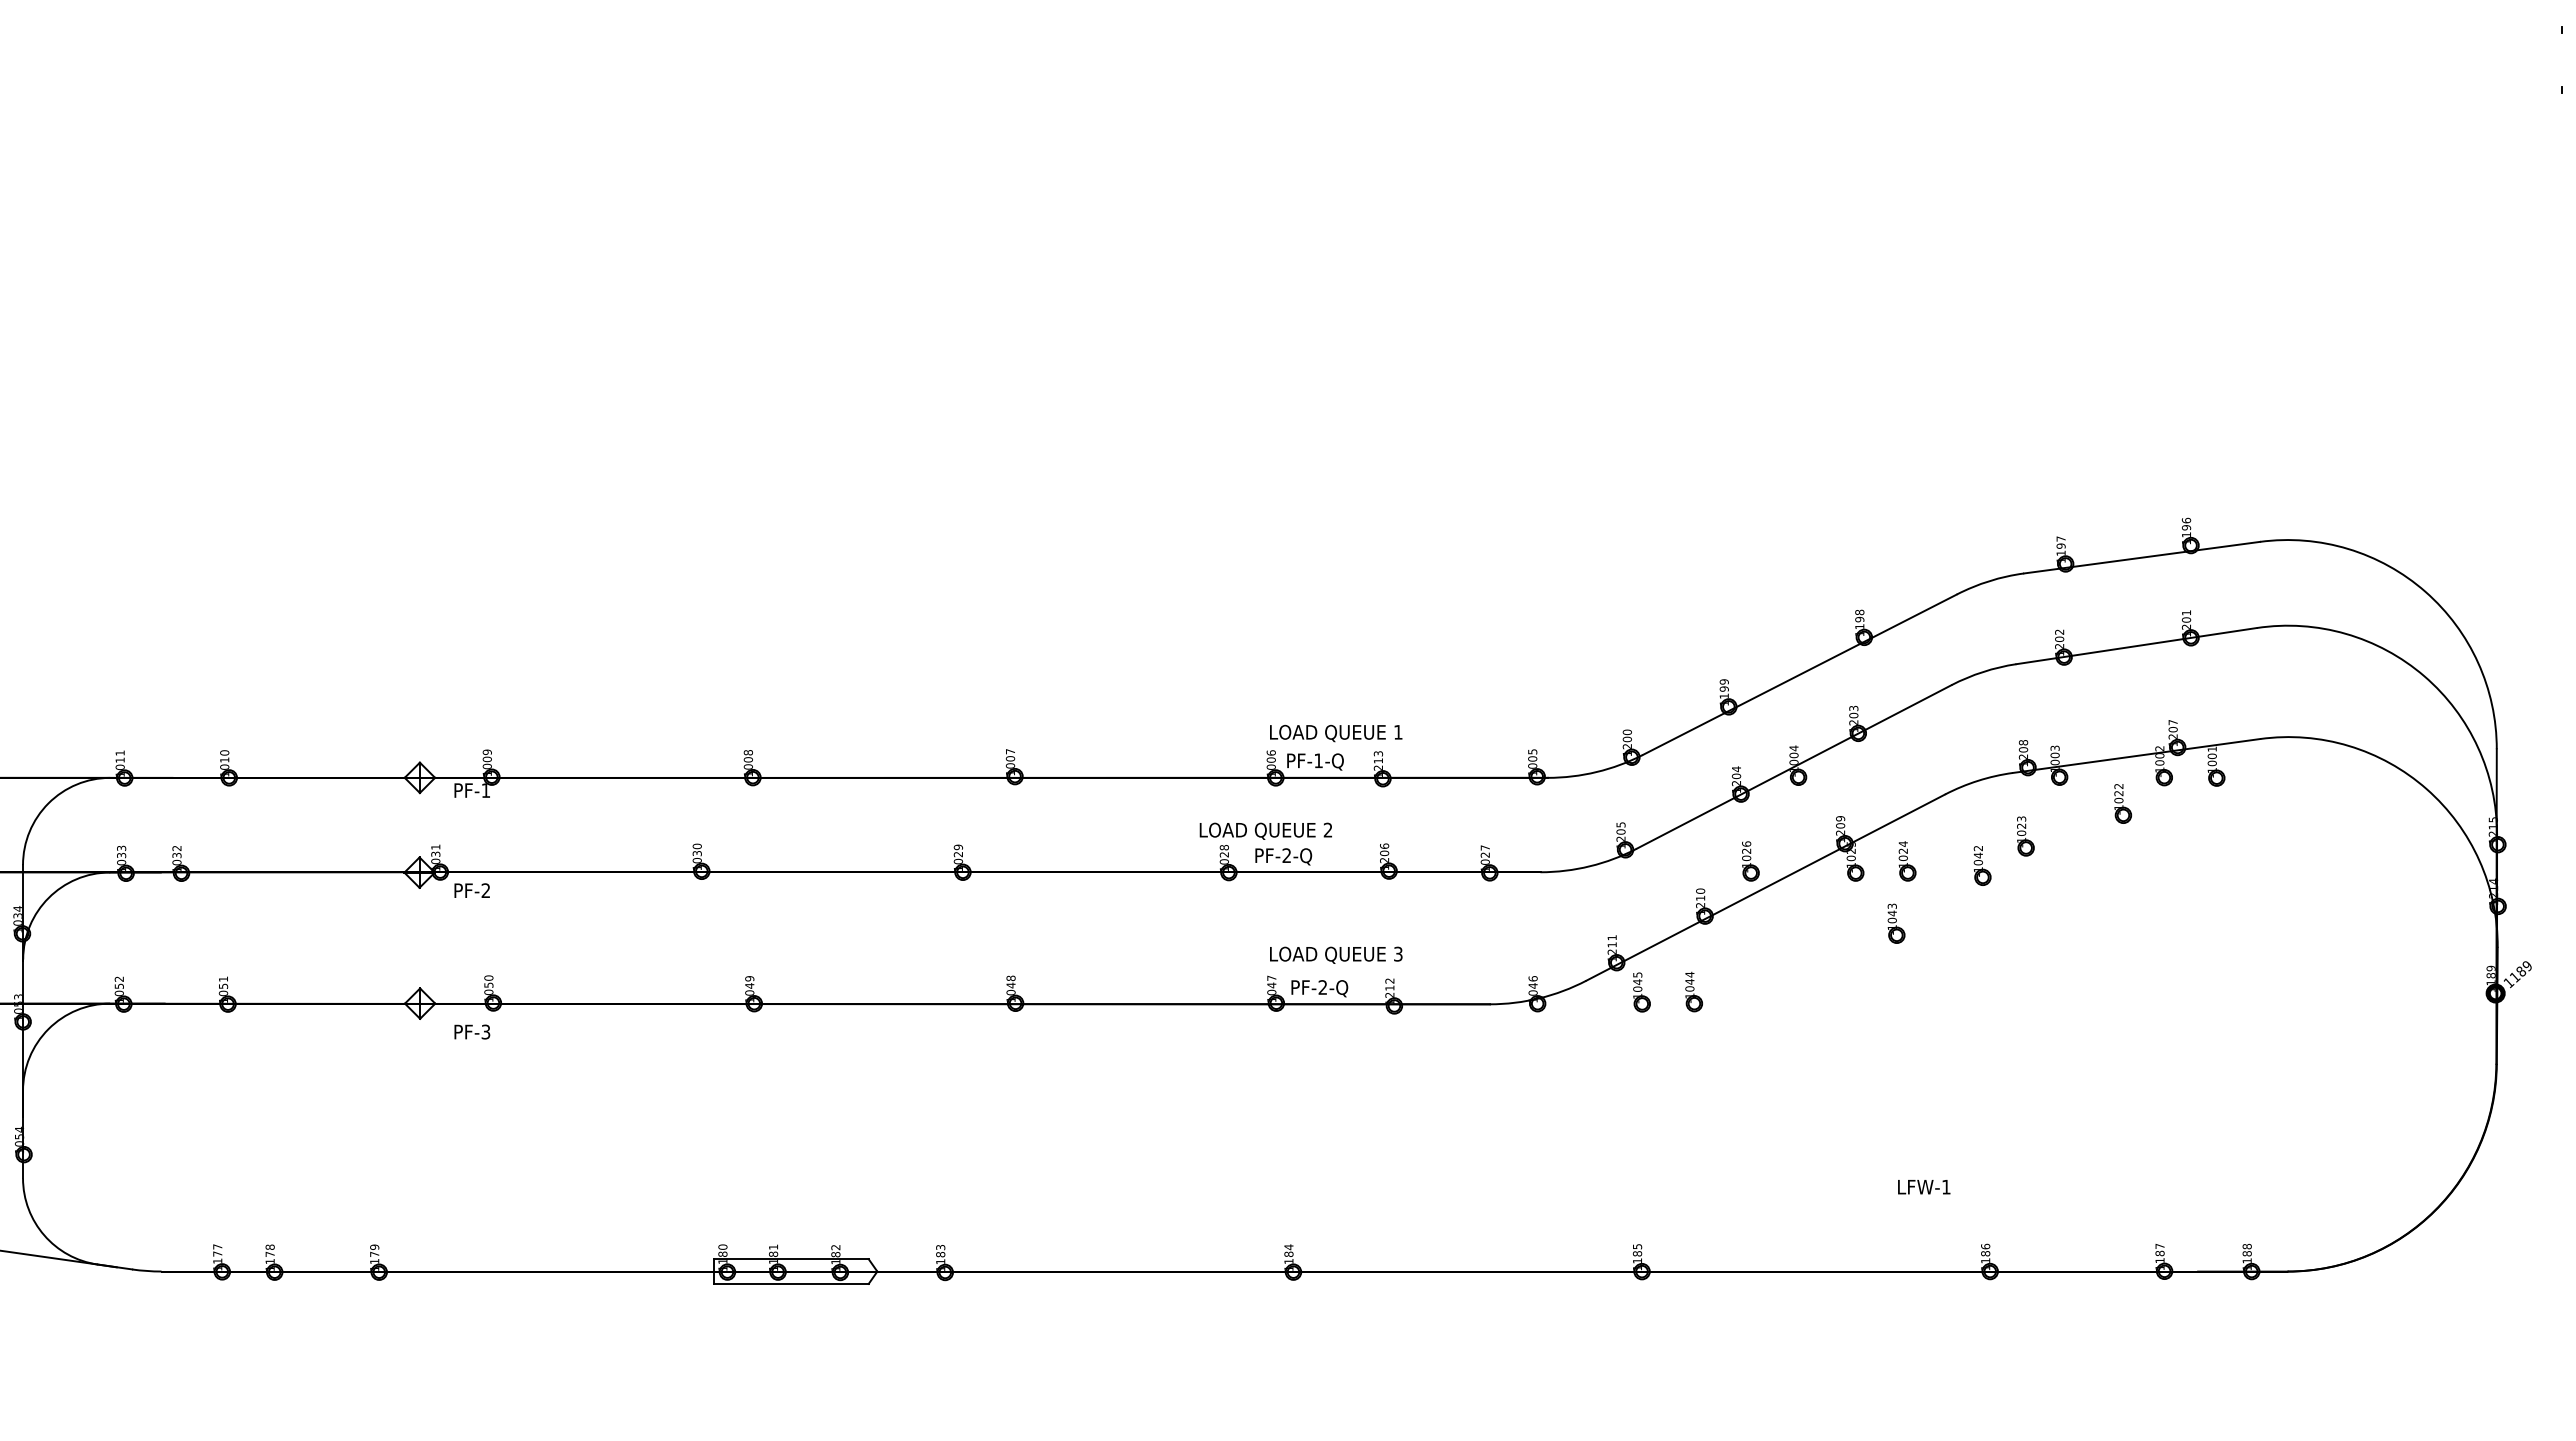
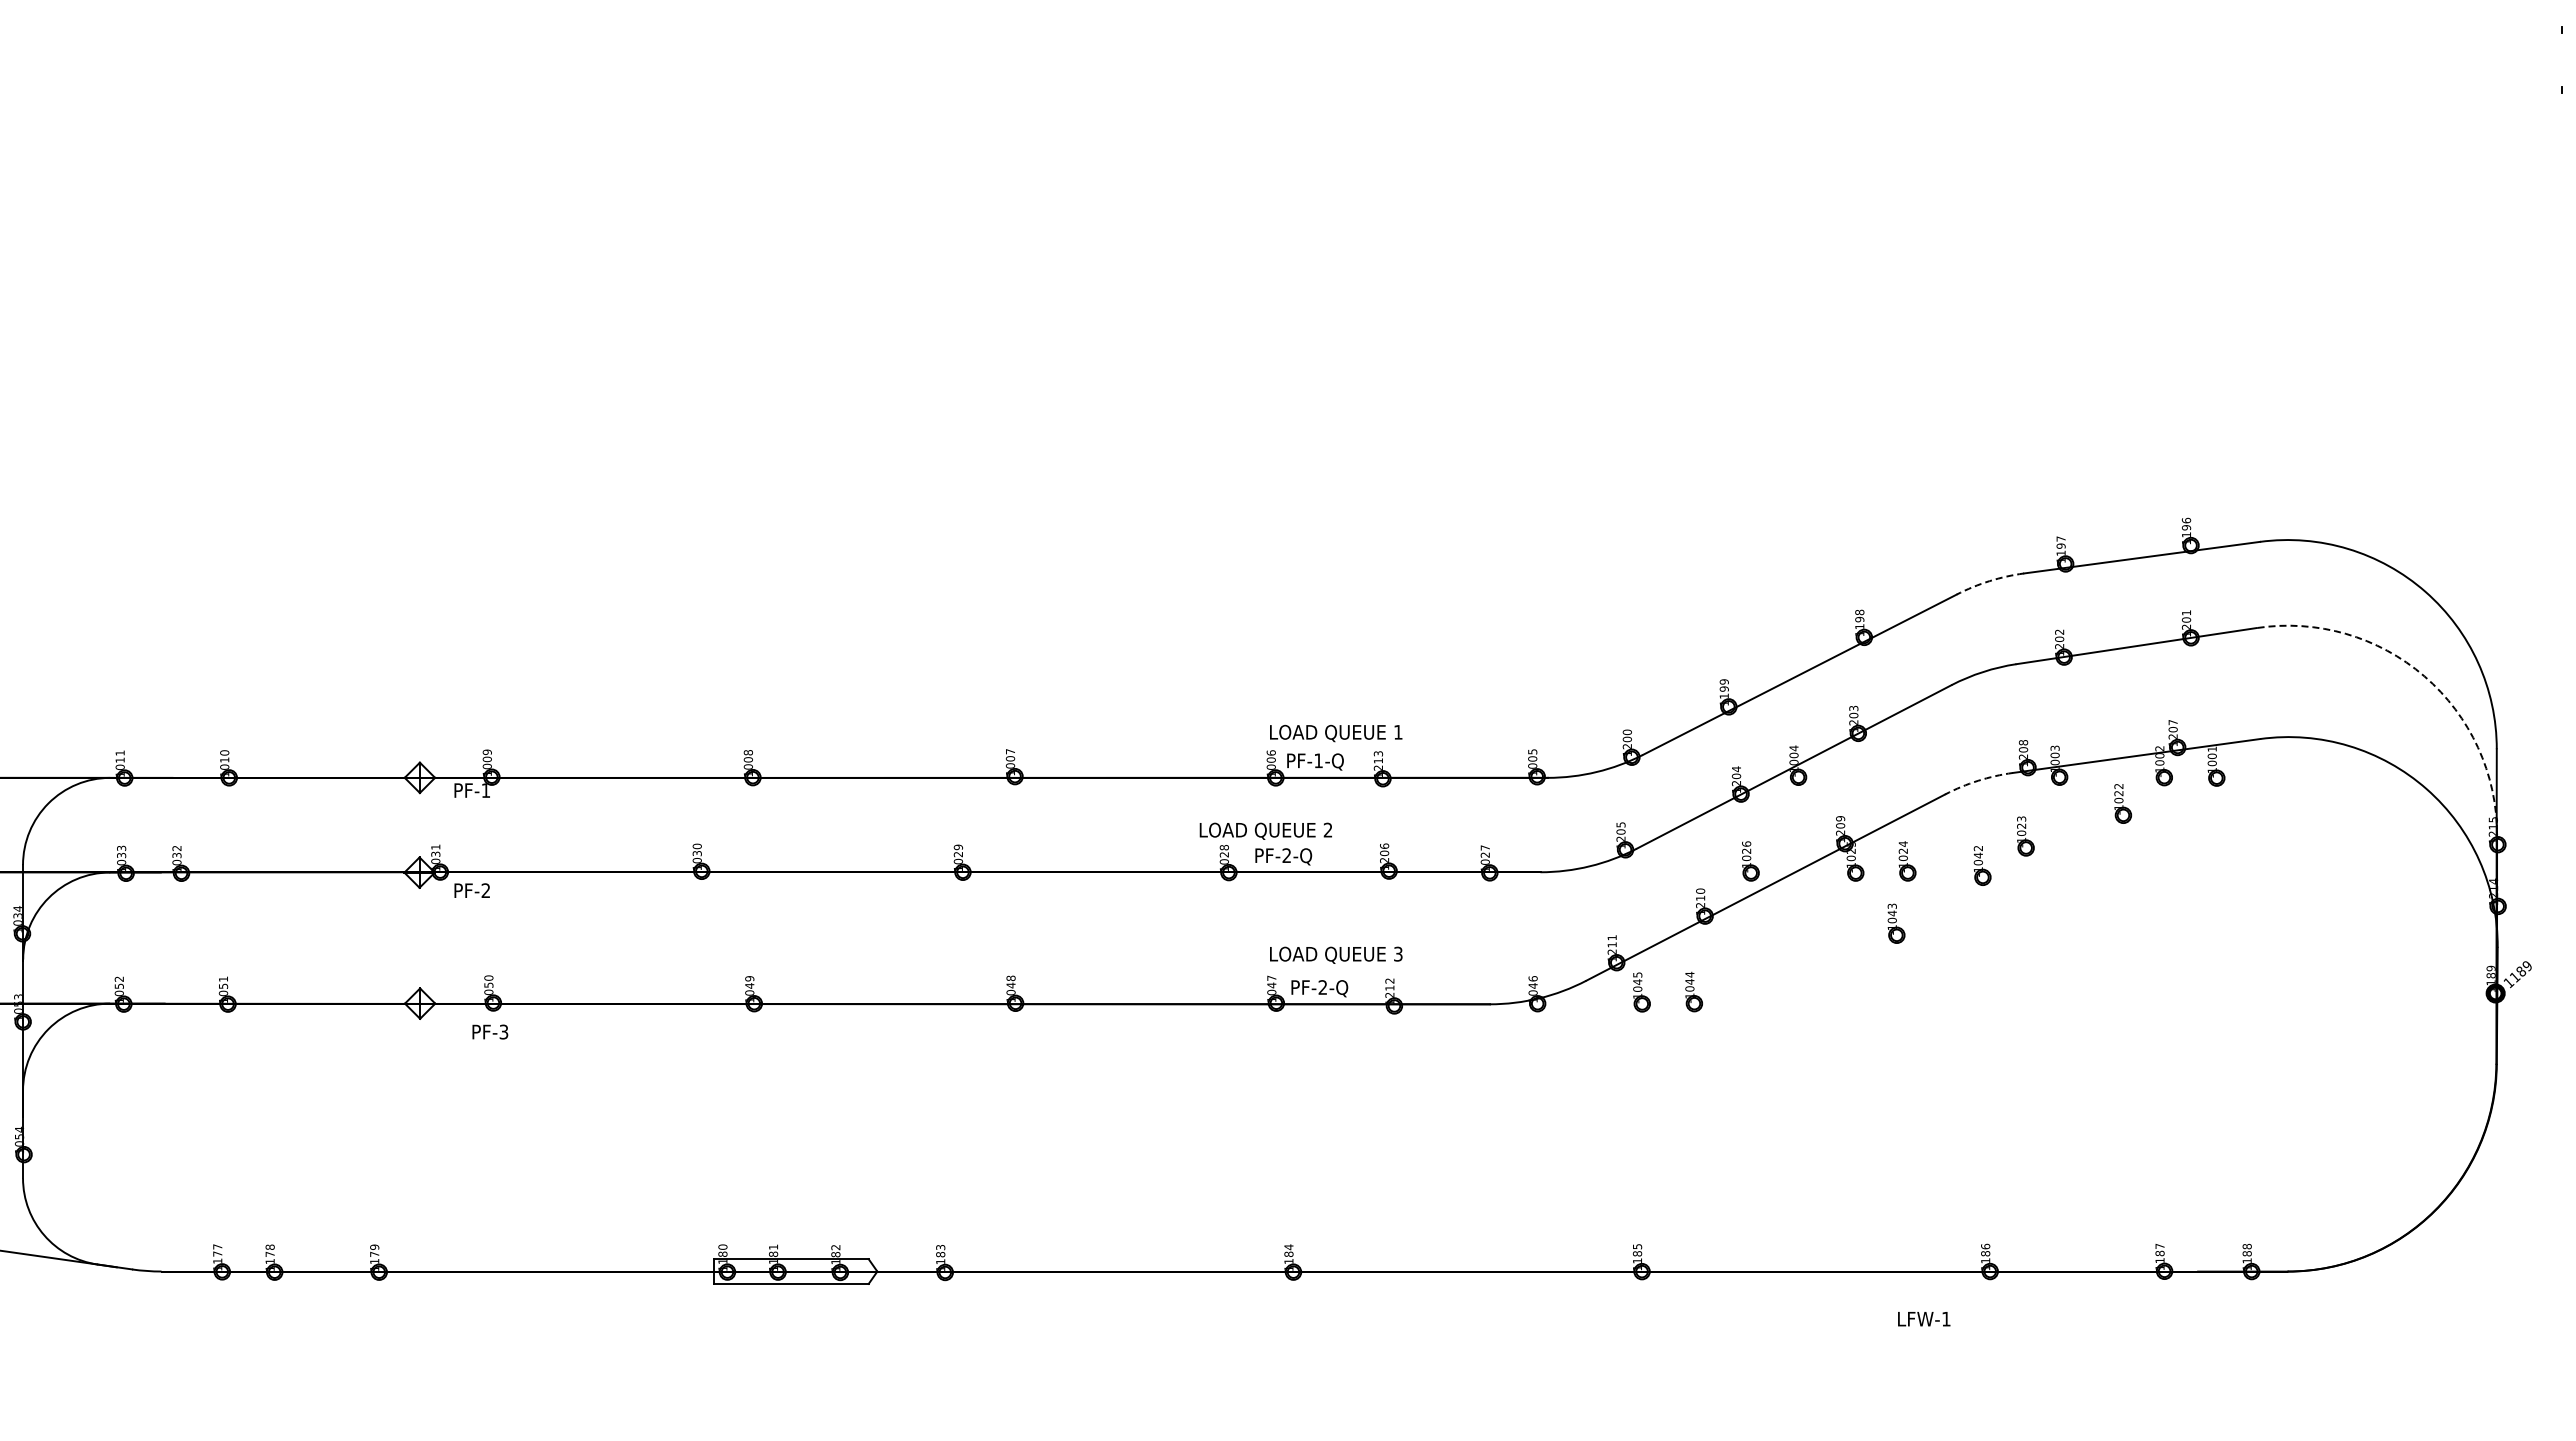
arc at (1989, 581): solid -> dashed
arc at (2424, 676): solid -> dashed
arc at (1978, 780): solid -> dashed
text at (472, 1031) position: (472, 1031) -> (490, 1031)
text at (1924, 1187) position: (1924, 1187) -> (1924, 1319)
